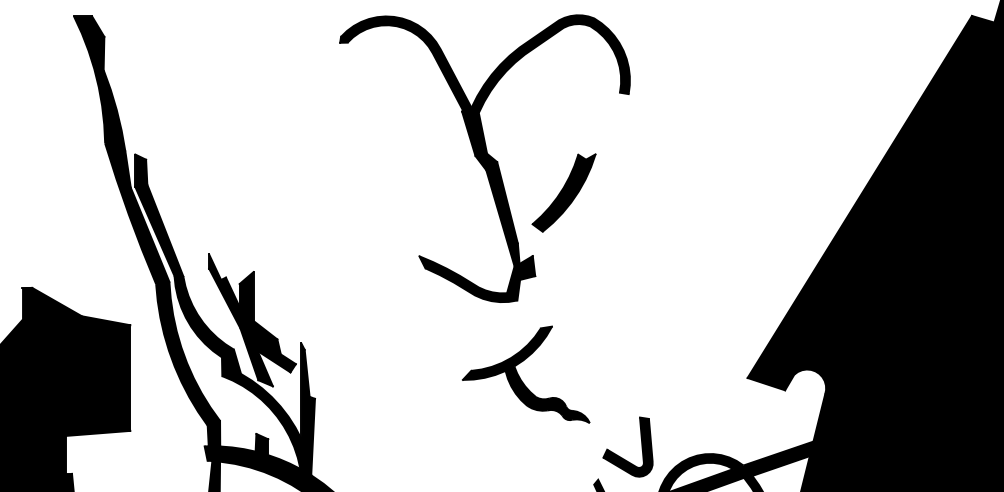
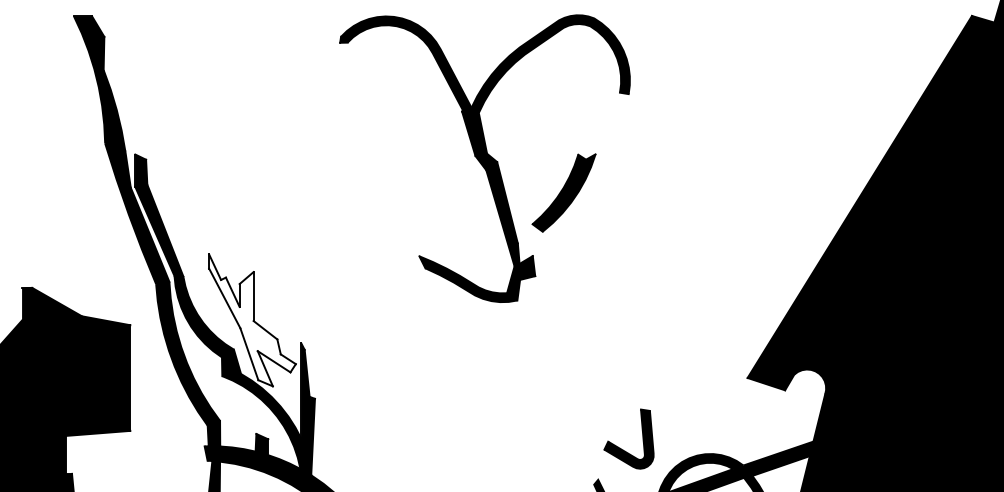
fill at (252, 320): present -> none
part at (525, 374): present -> none
part at (619, 455) position: (619, 455) -> (620, 447)
